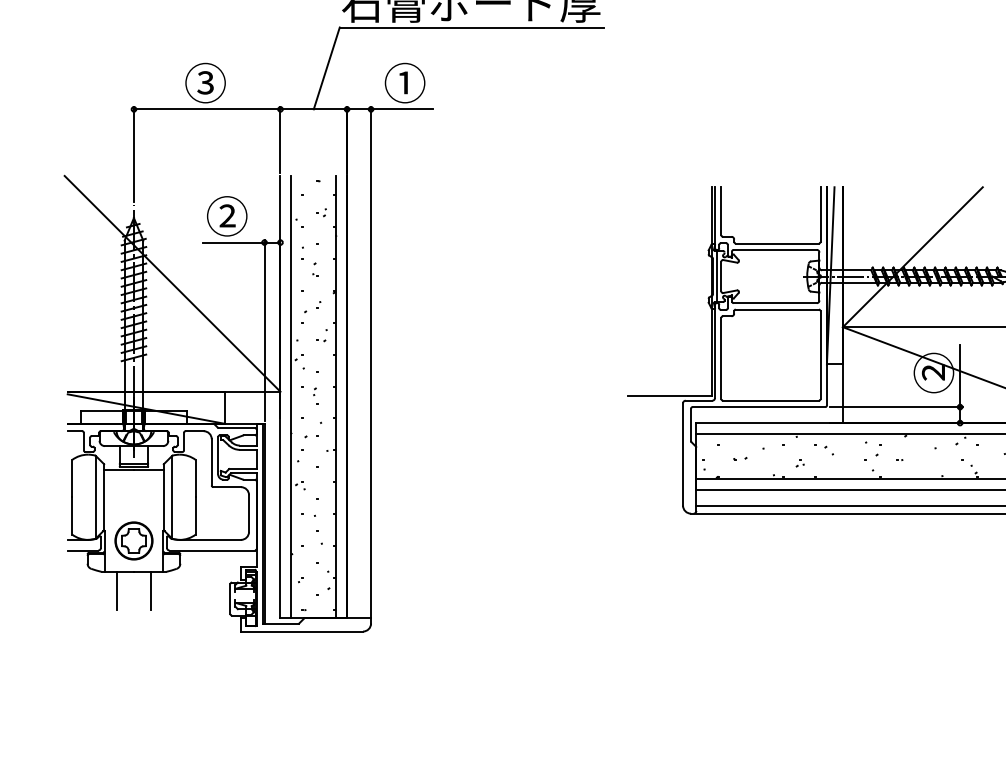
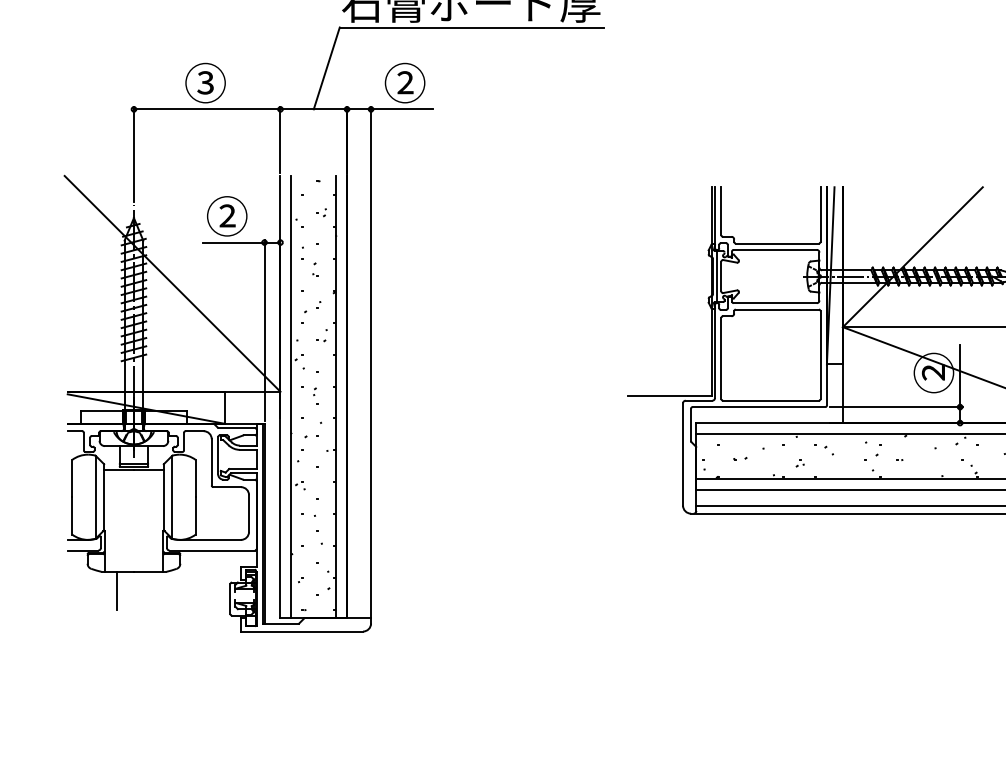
text at (405, 82): ① -> ②
part at (133, 540): present -> none
line at (151, 590): present -> none
